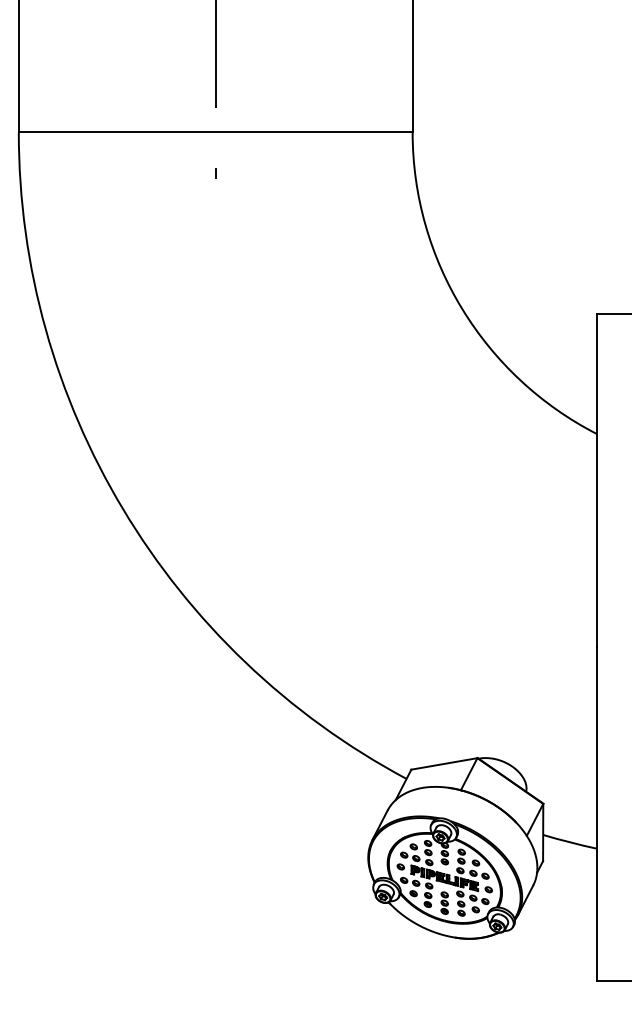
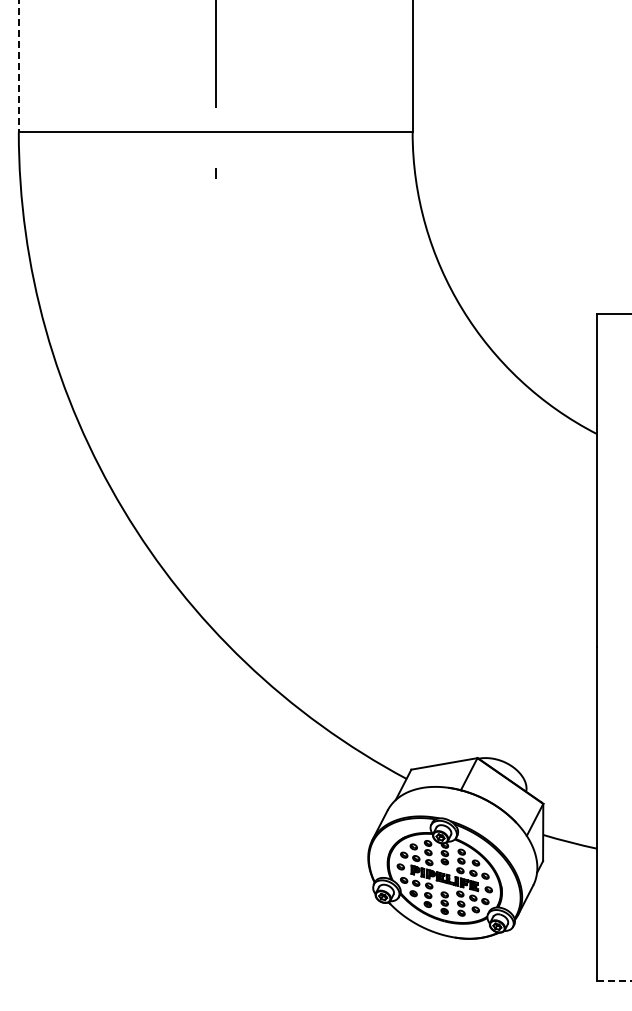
line at (18, 66): solid -> dashed
line at (614, 980): solid -> dashed
